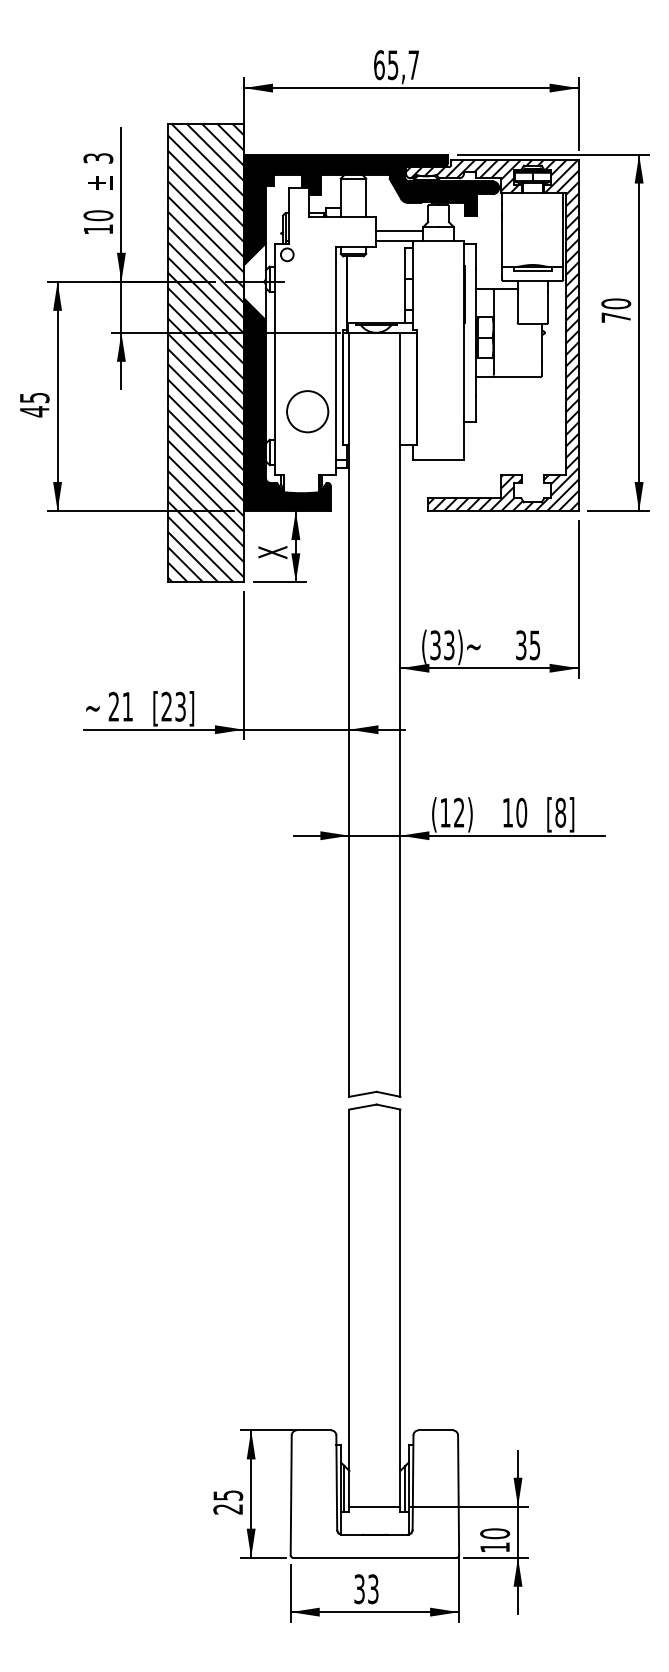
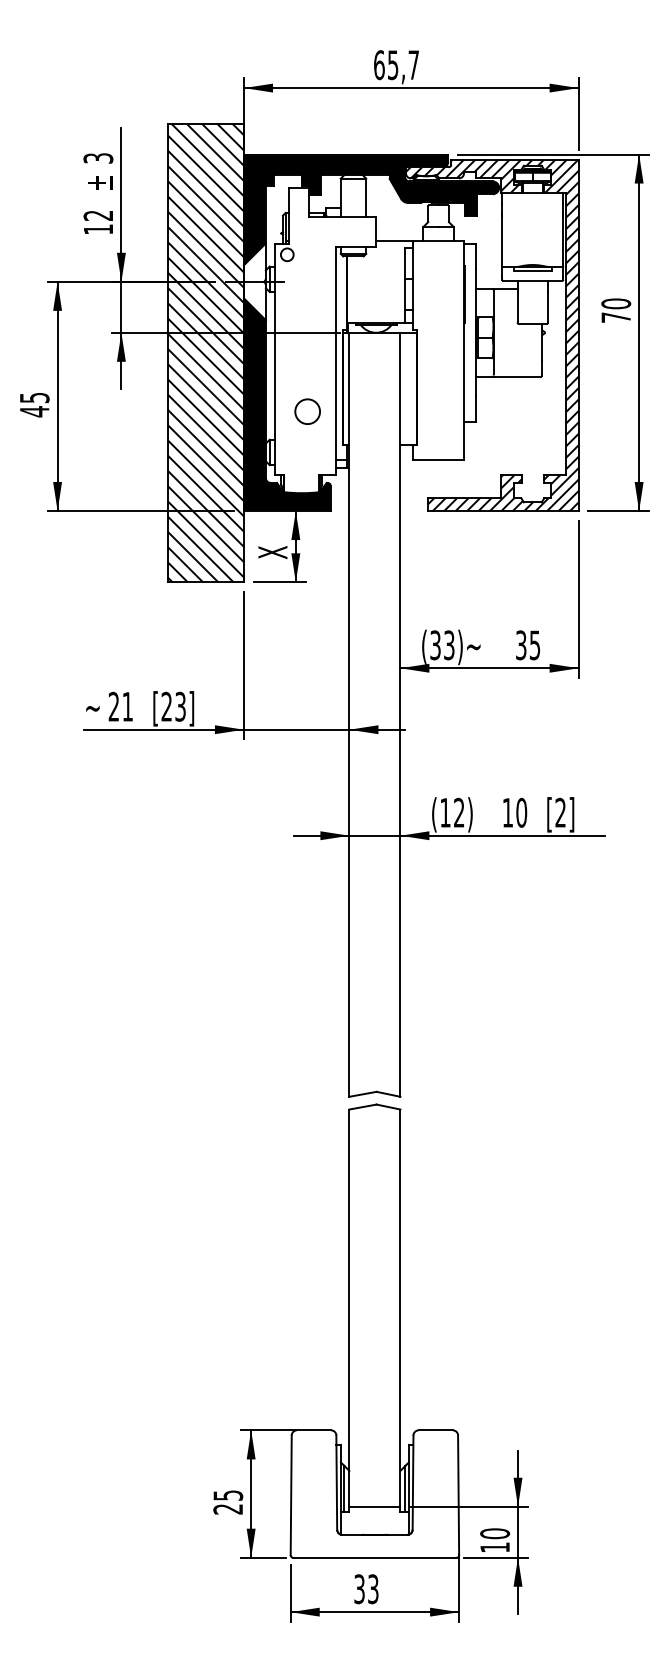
text at (98, 215): 10 -> 12
line at (399, 230): present -> none
circle at (307, 411) diameter: 41 px -> 25 px
text at (560, 812): [8] -> [2]
